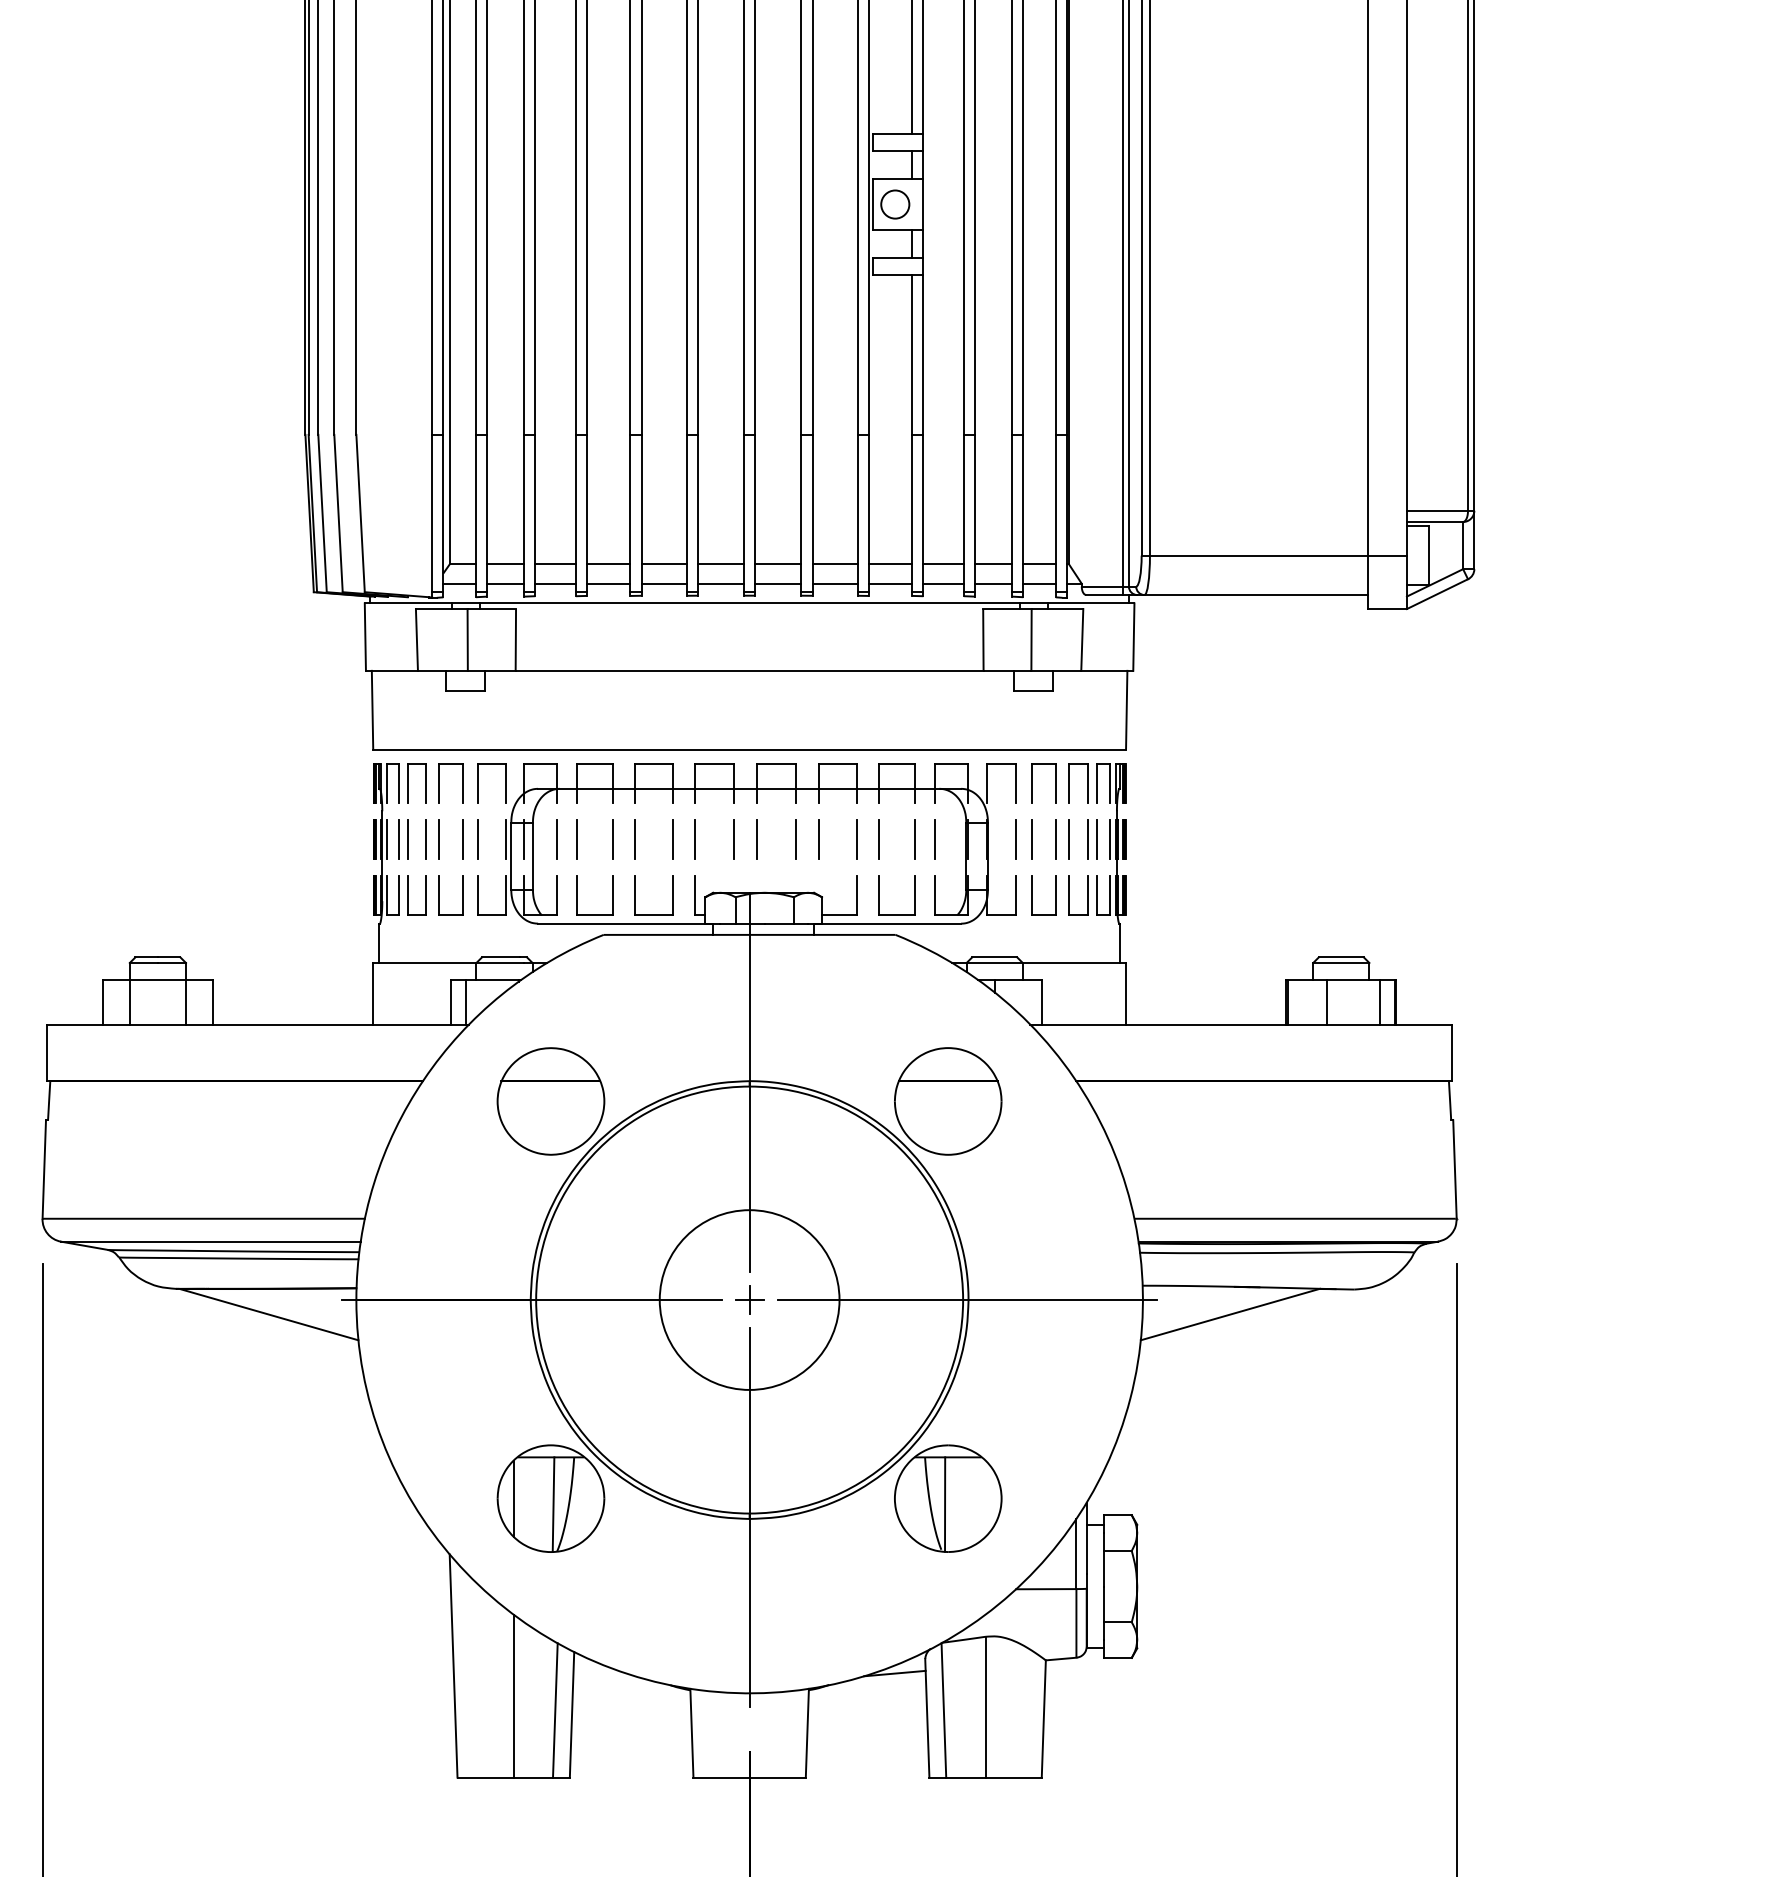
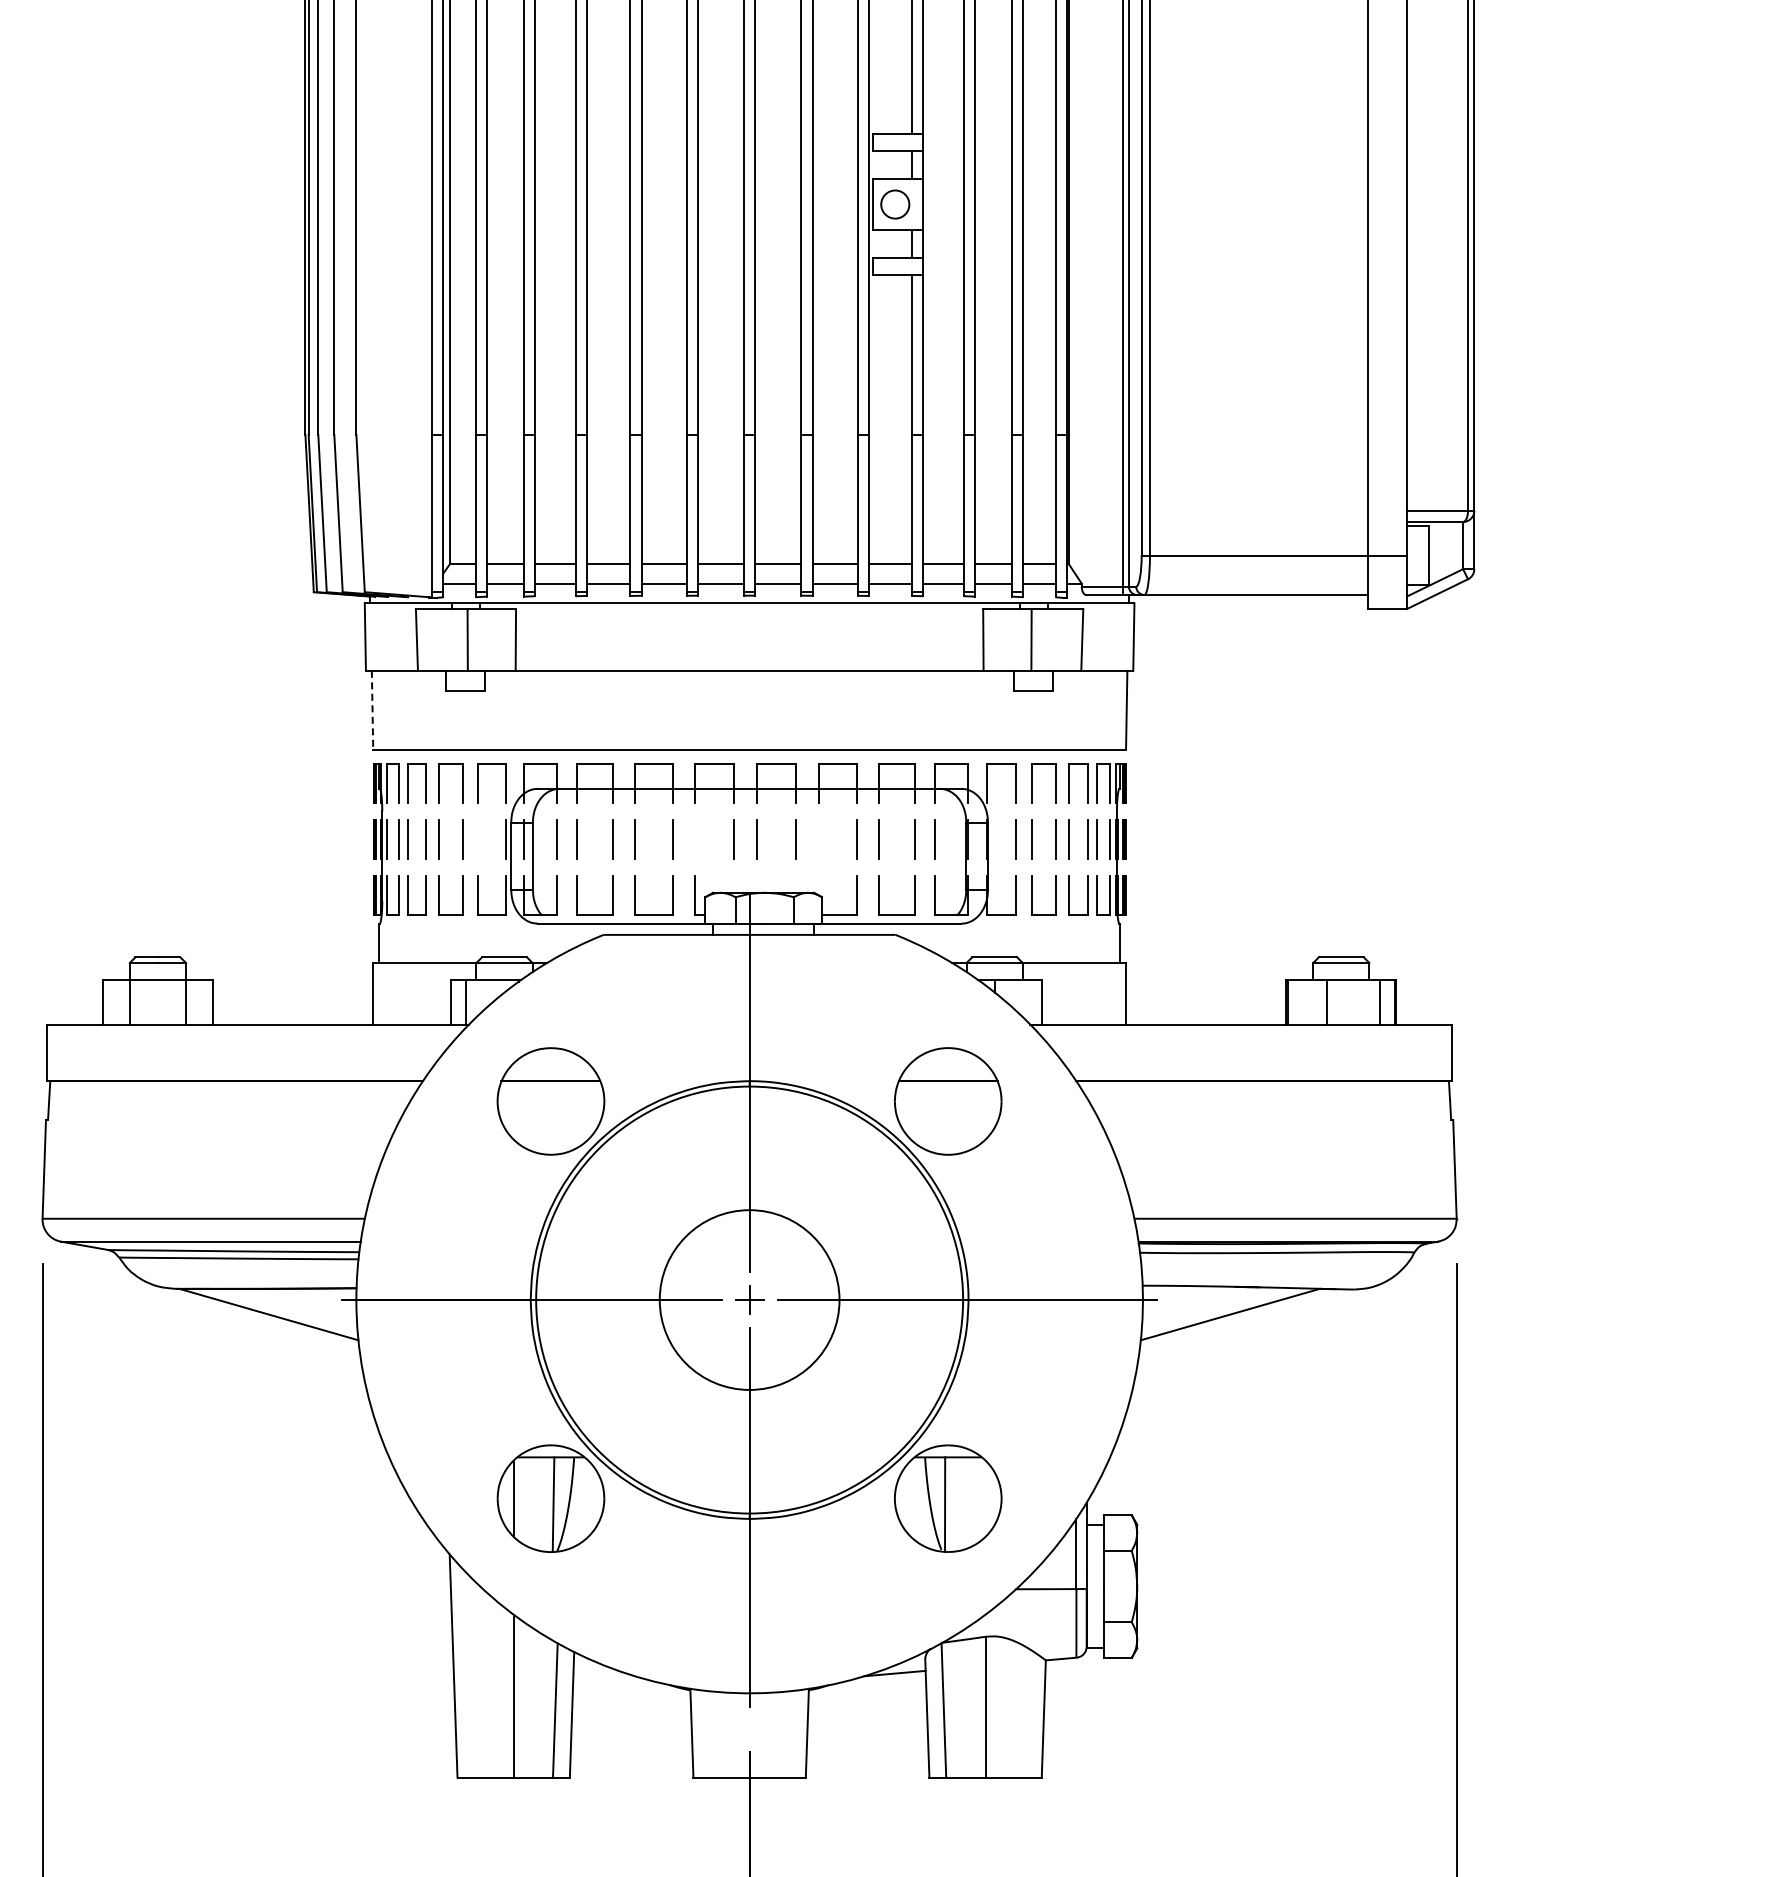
line at (372, 710): solid -> dashed
line at (477, 839): present -> none
line at (694, 839): present -> none
line at (818, 839): present -> none
